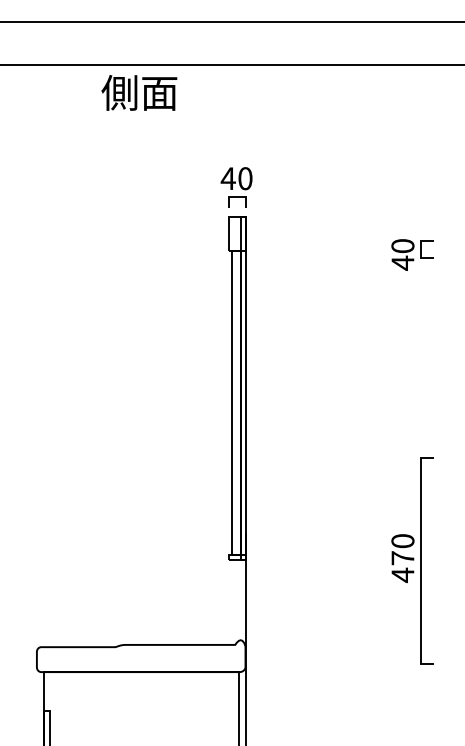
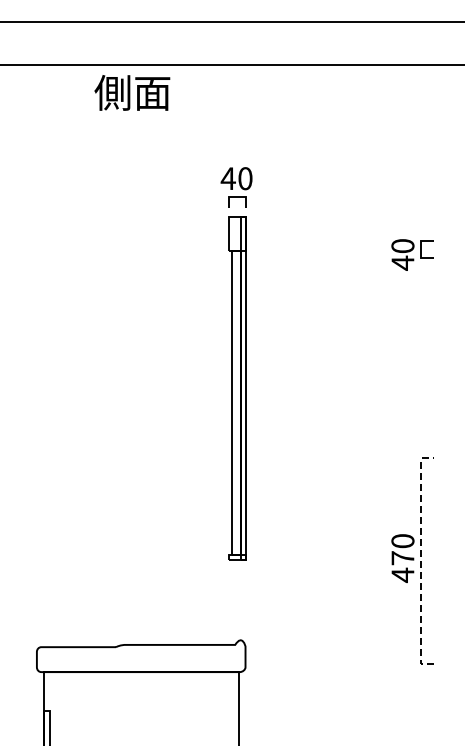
text at (139, 92) position: (139, 92) -> (132, 92)
line at (421, 560): solid -> dashed
line at (245, 638): present -> none
